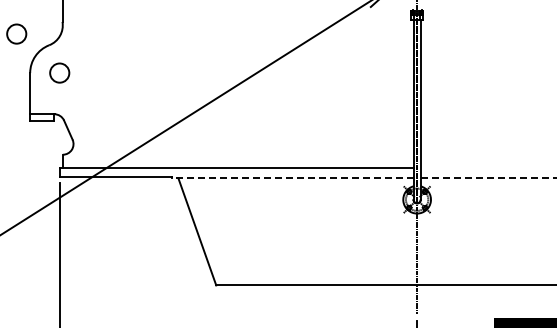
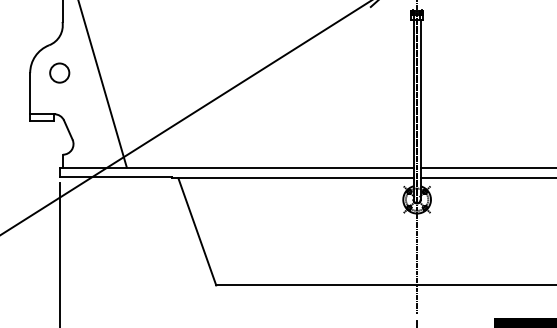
circle at (16, 33): present -> none
line at (102, 84): none -> present
line at (486, 167): none -> present
line at (292, 178): dashed -> solid
line at (488, 178): dashed -> solid
